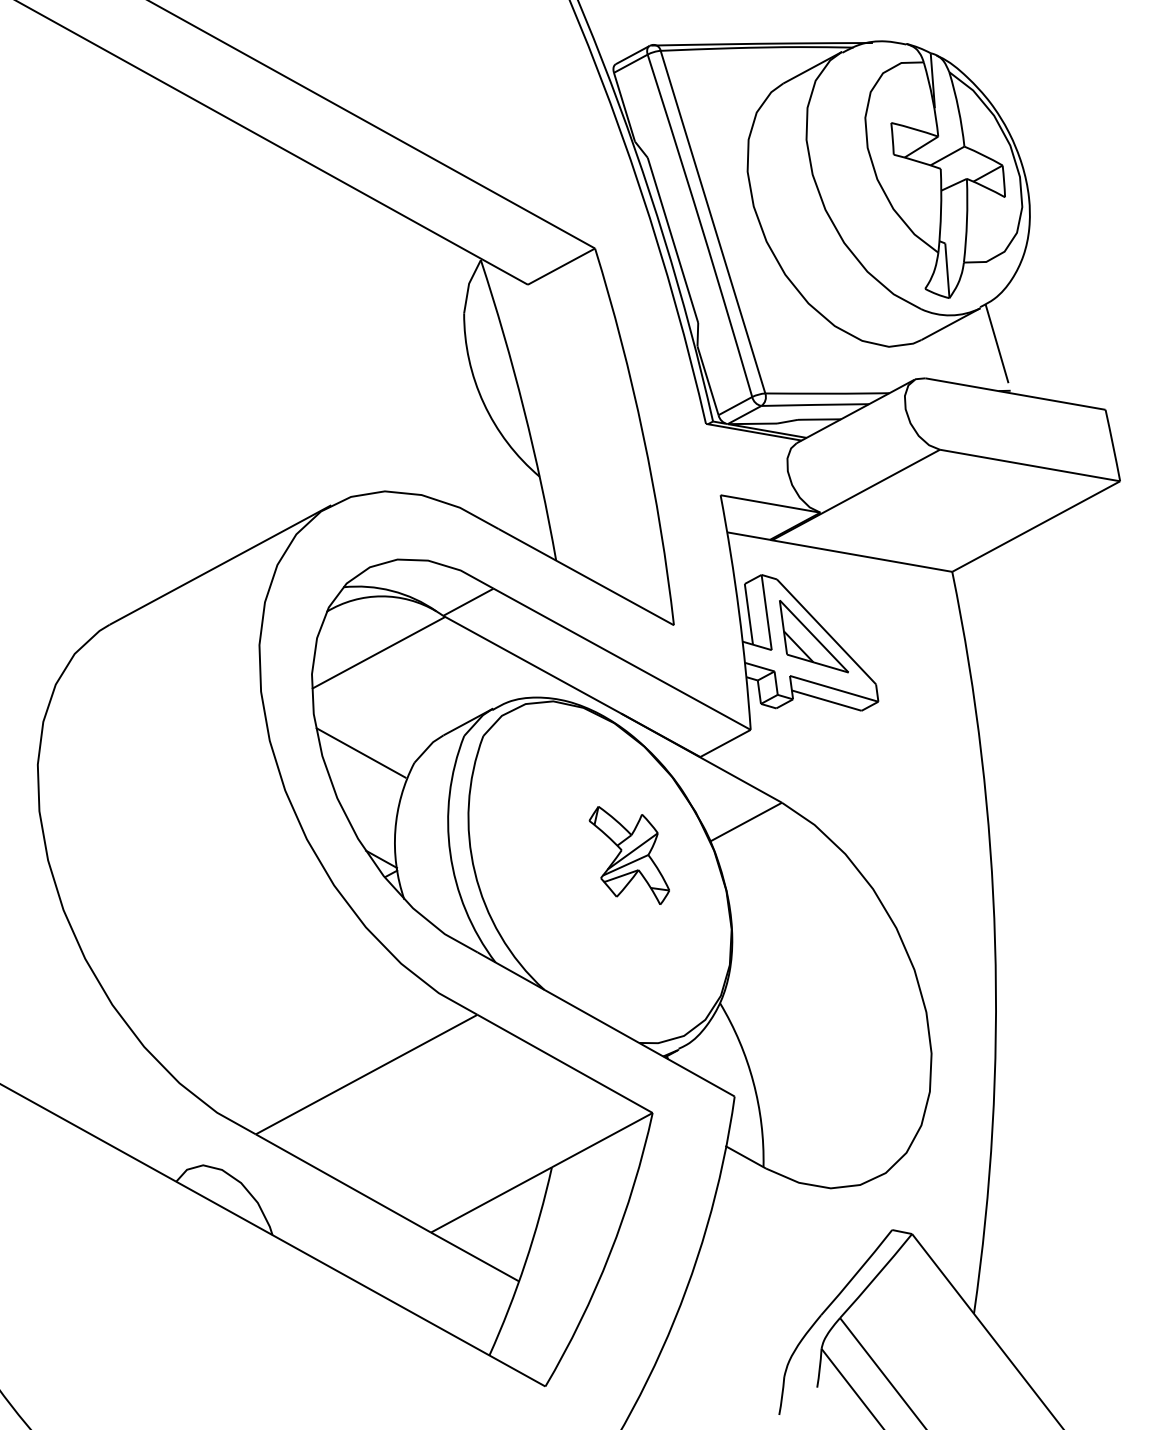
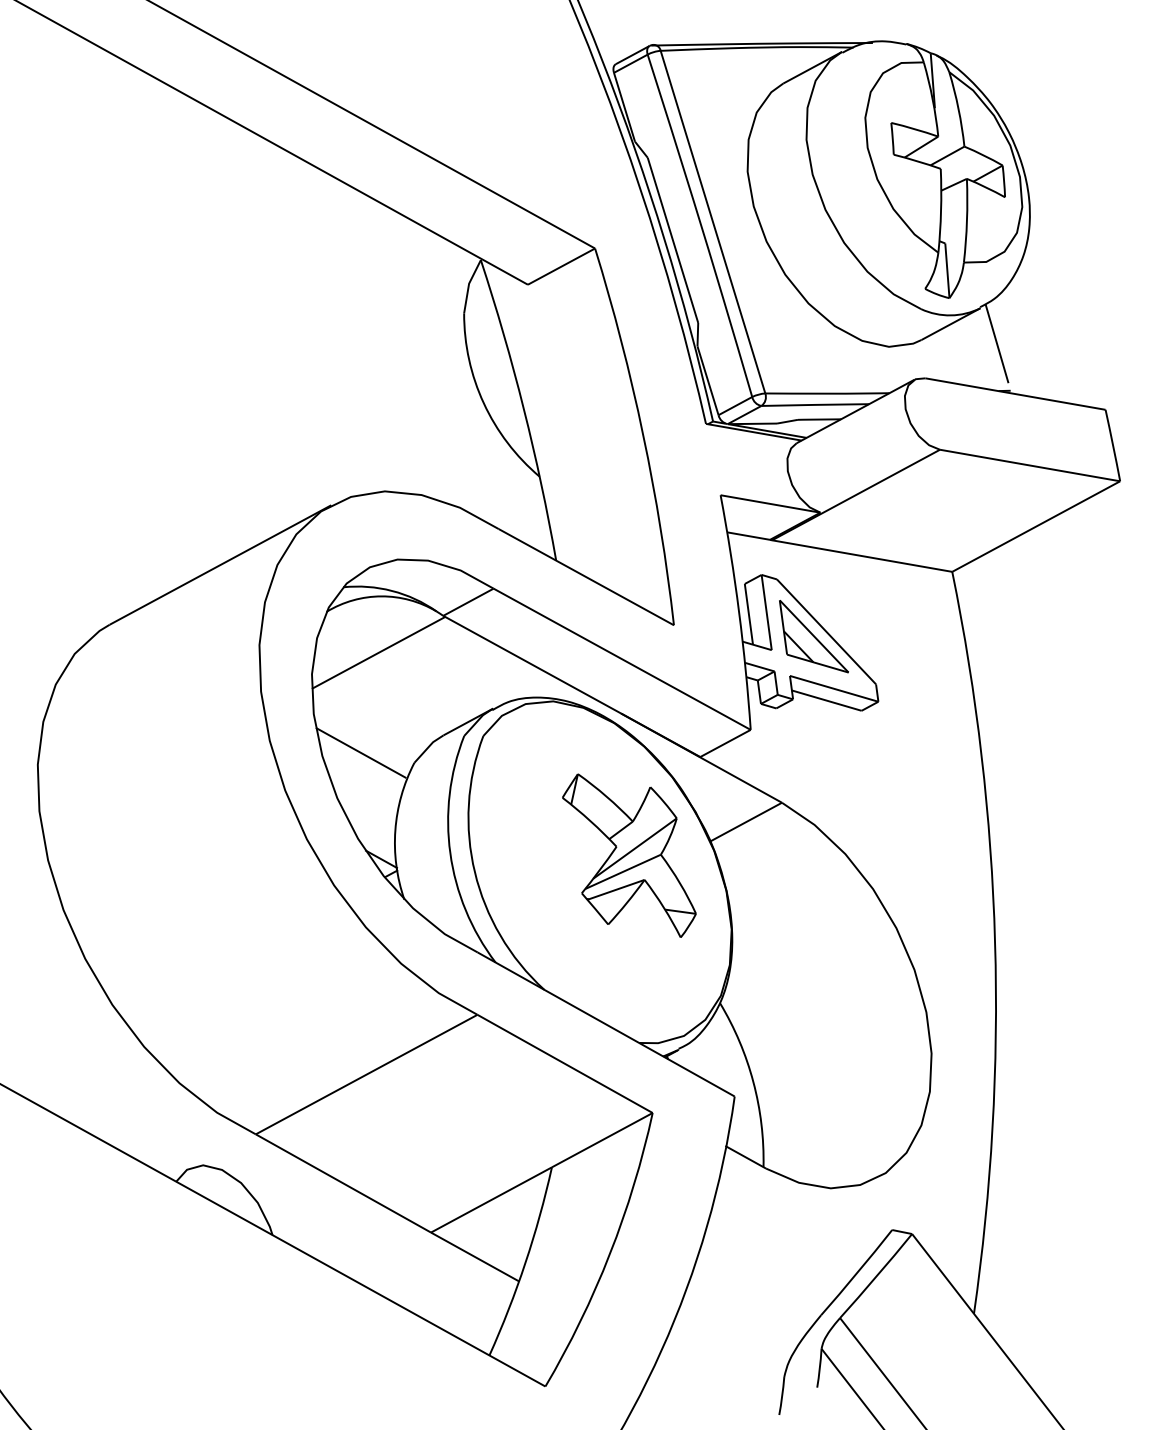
part at (628, 855) size: 82x99 px -> 135x165 px
